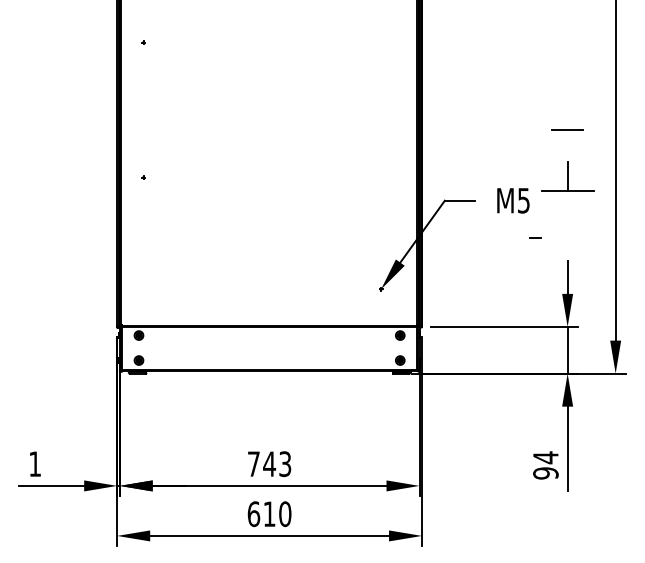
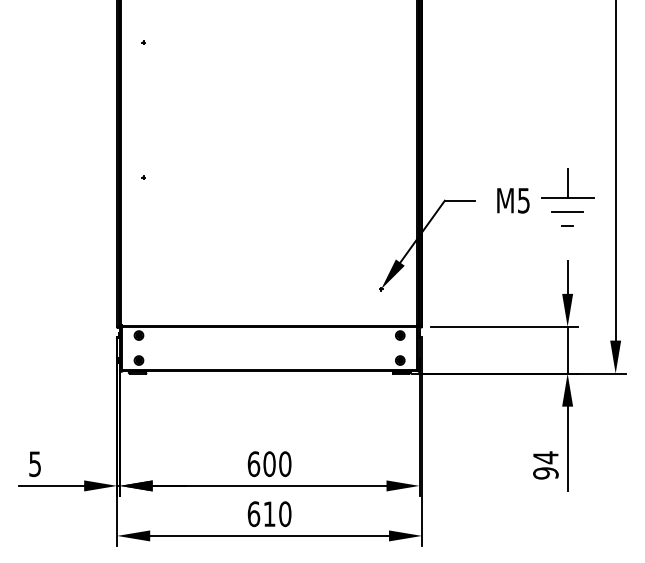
line at (567, 129) position: (567, 129) -> (567, 211)
part at (567, 176) position: (567, 176) -> (567, 183)
line at (535, 237) position: (535, 237) -> (567, 225)
text at (34, 464): 1 -> 5
text at (269, 464): 743 -> 600
